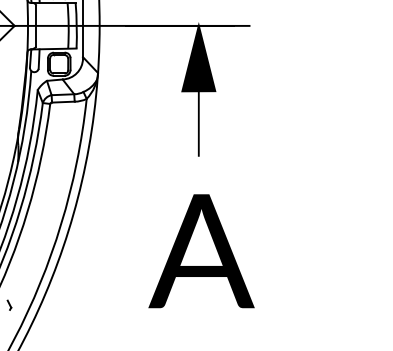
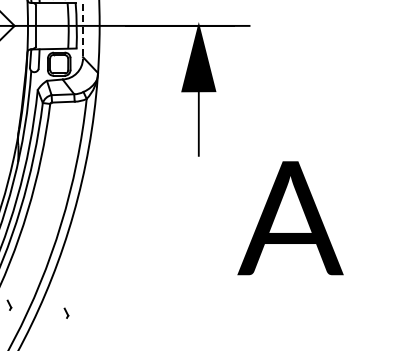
line at (83, 30): solid -> dashed
text at (201, 251) position: (201, 251) -> (290, 218)
part at (66, 312): none -> present
